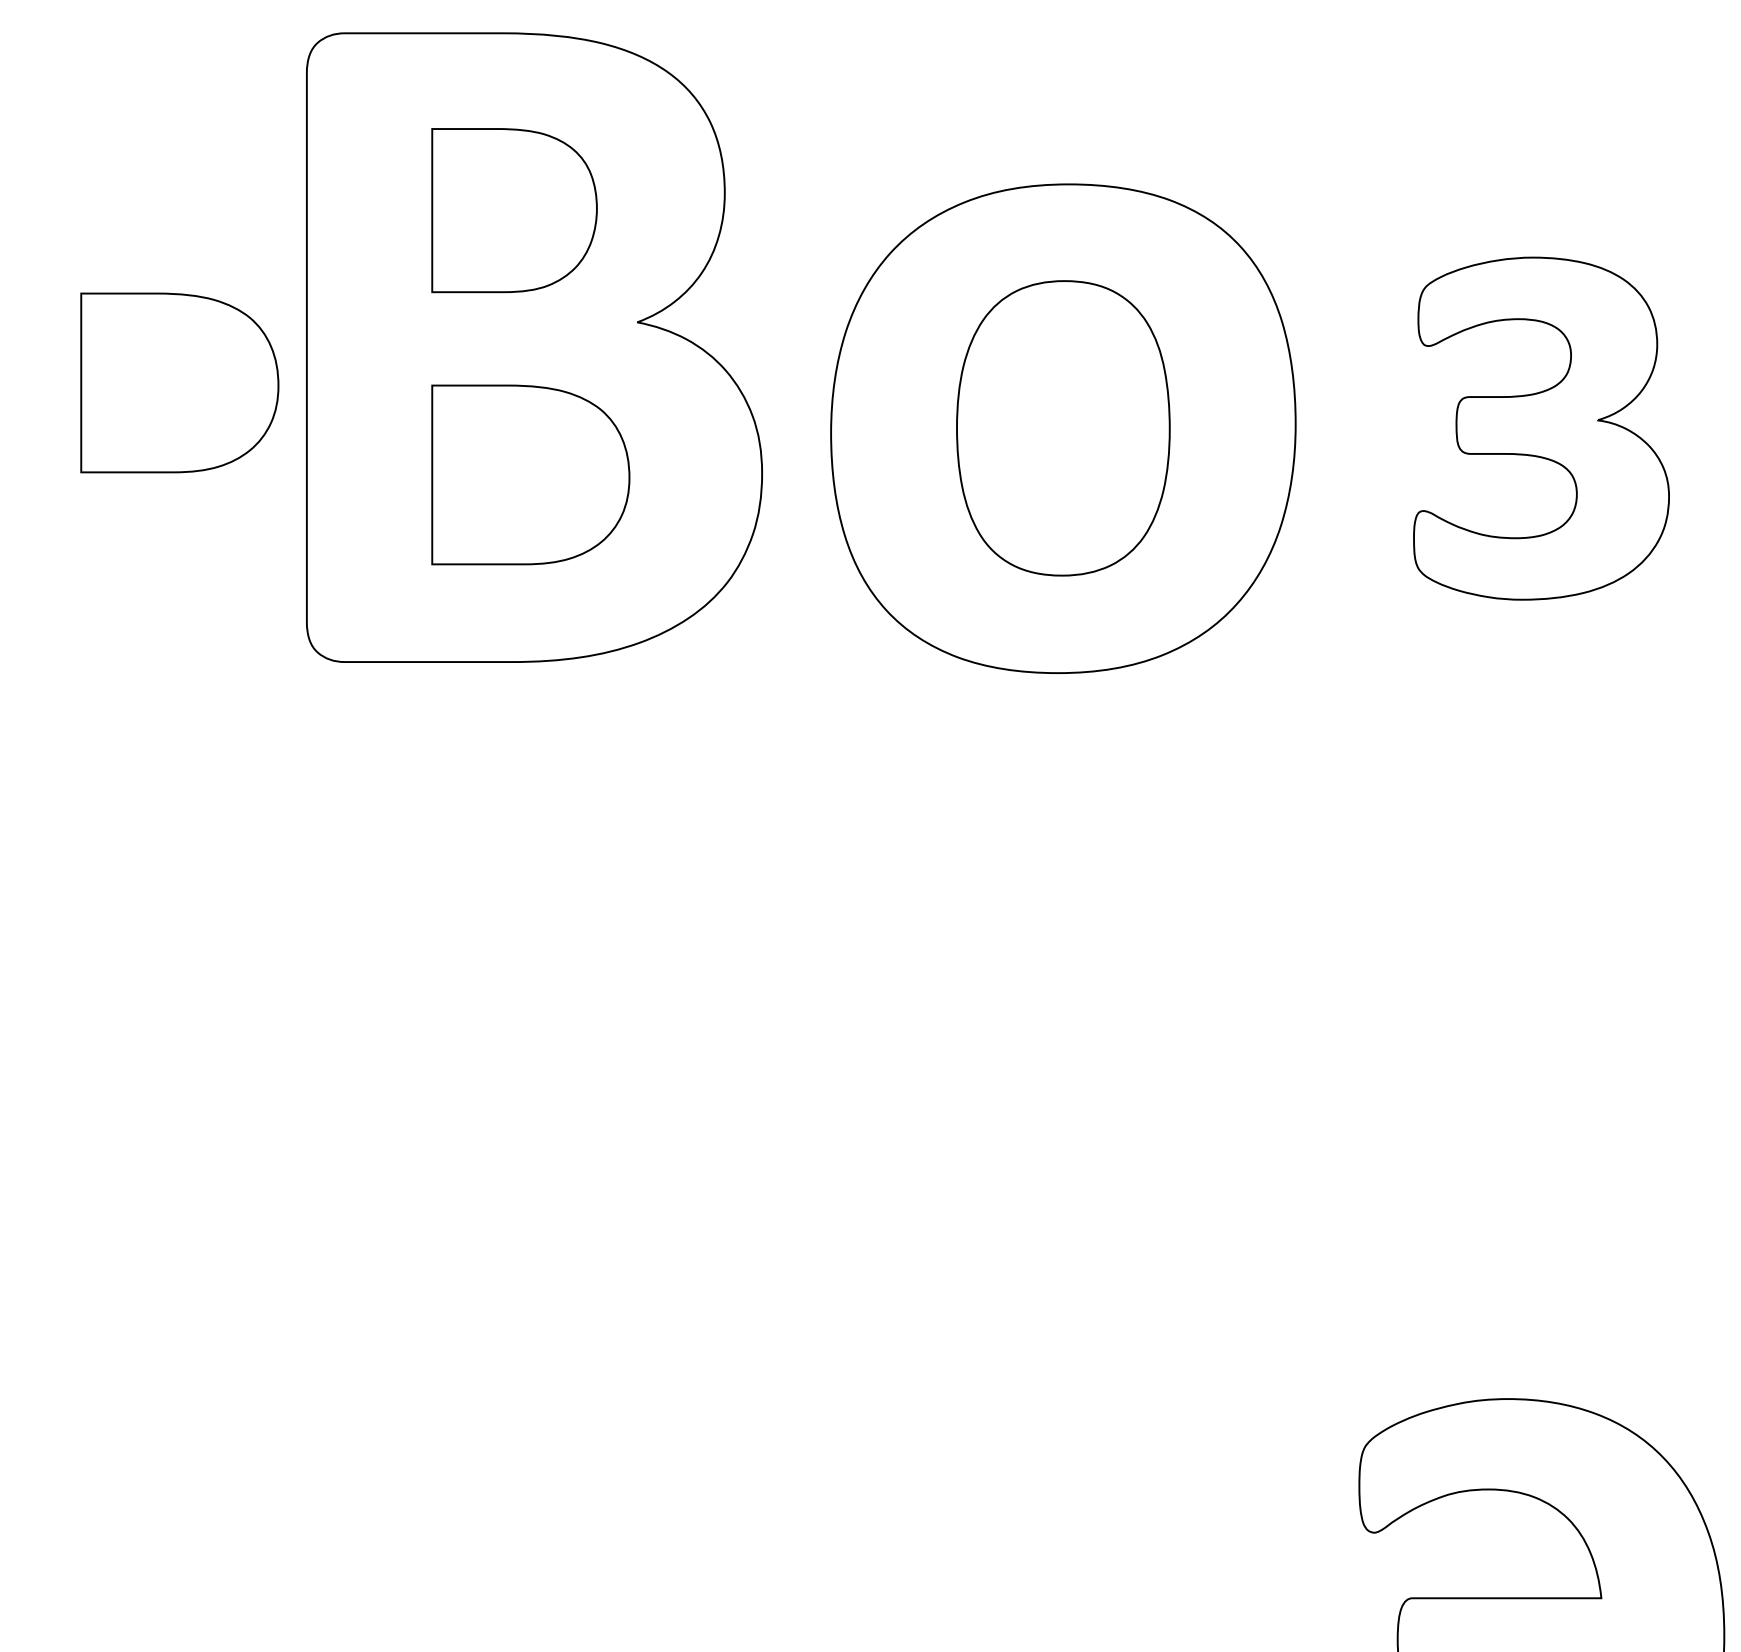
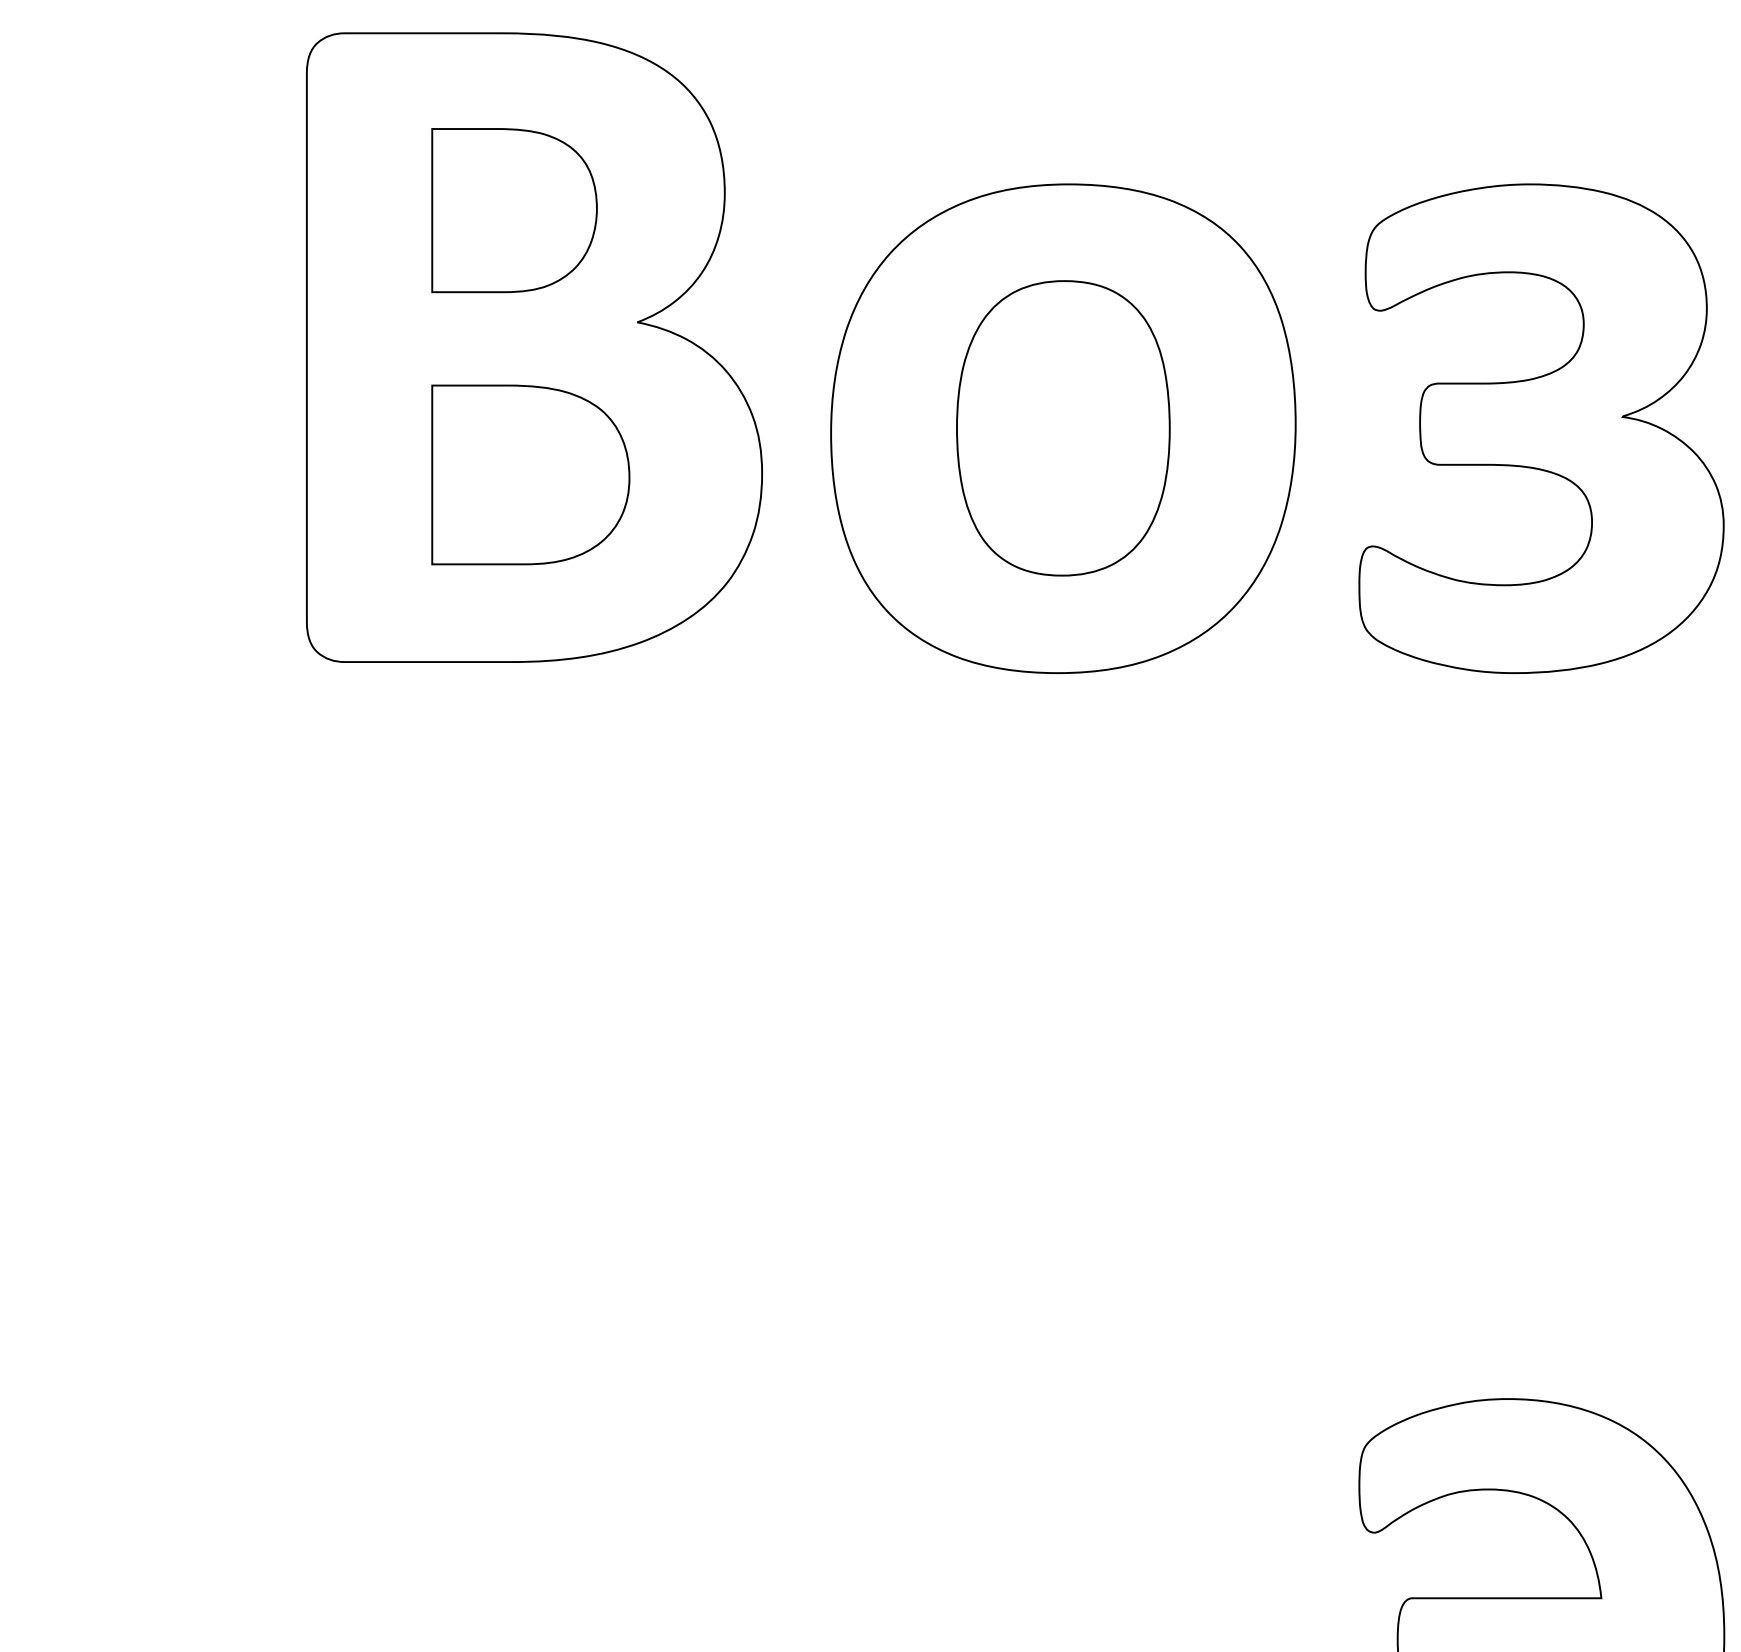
part at (179, 382): present -> none
part at (1541, 428) size: 257x345 px -> 367x491 px
